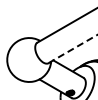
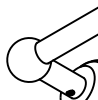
line at (73, 48): dashed -> solid
